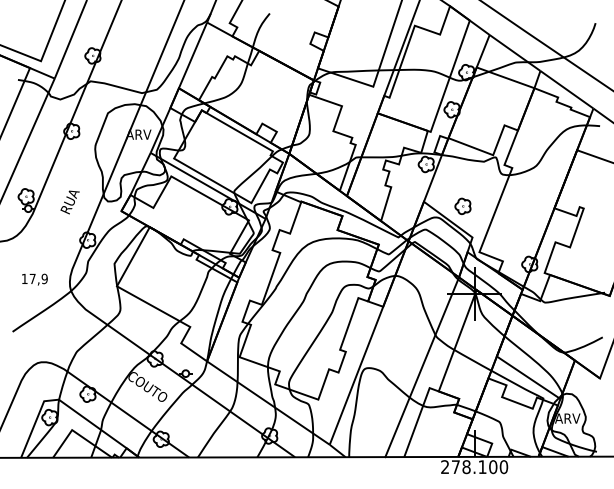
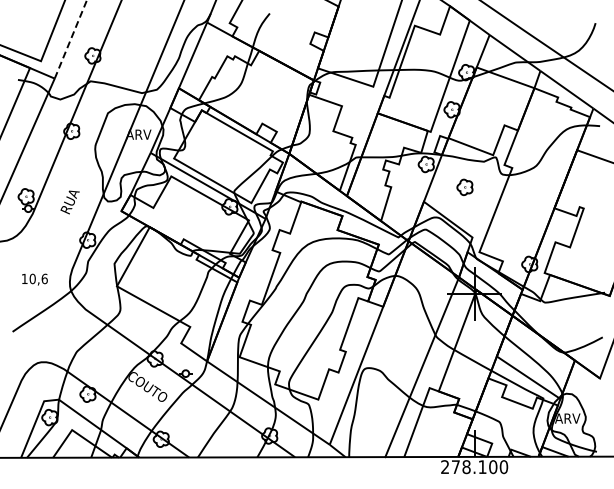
line at (70, 39): solid -> dashed
part at (462, 205) position: (462, 205) -> (464, 186)
text at (38, 278): 17,9 -> 10,6
